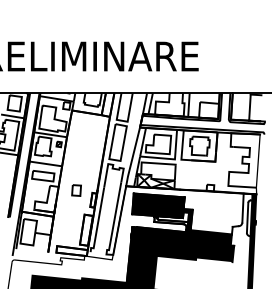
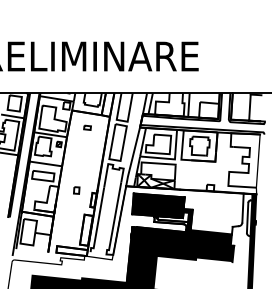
part at (87, 127): none -> present
part at (76, 190) size: 11x13 px -> 8x9 px
